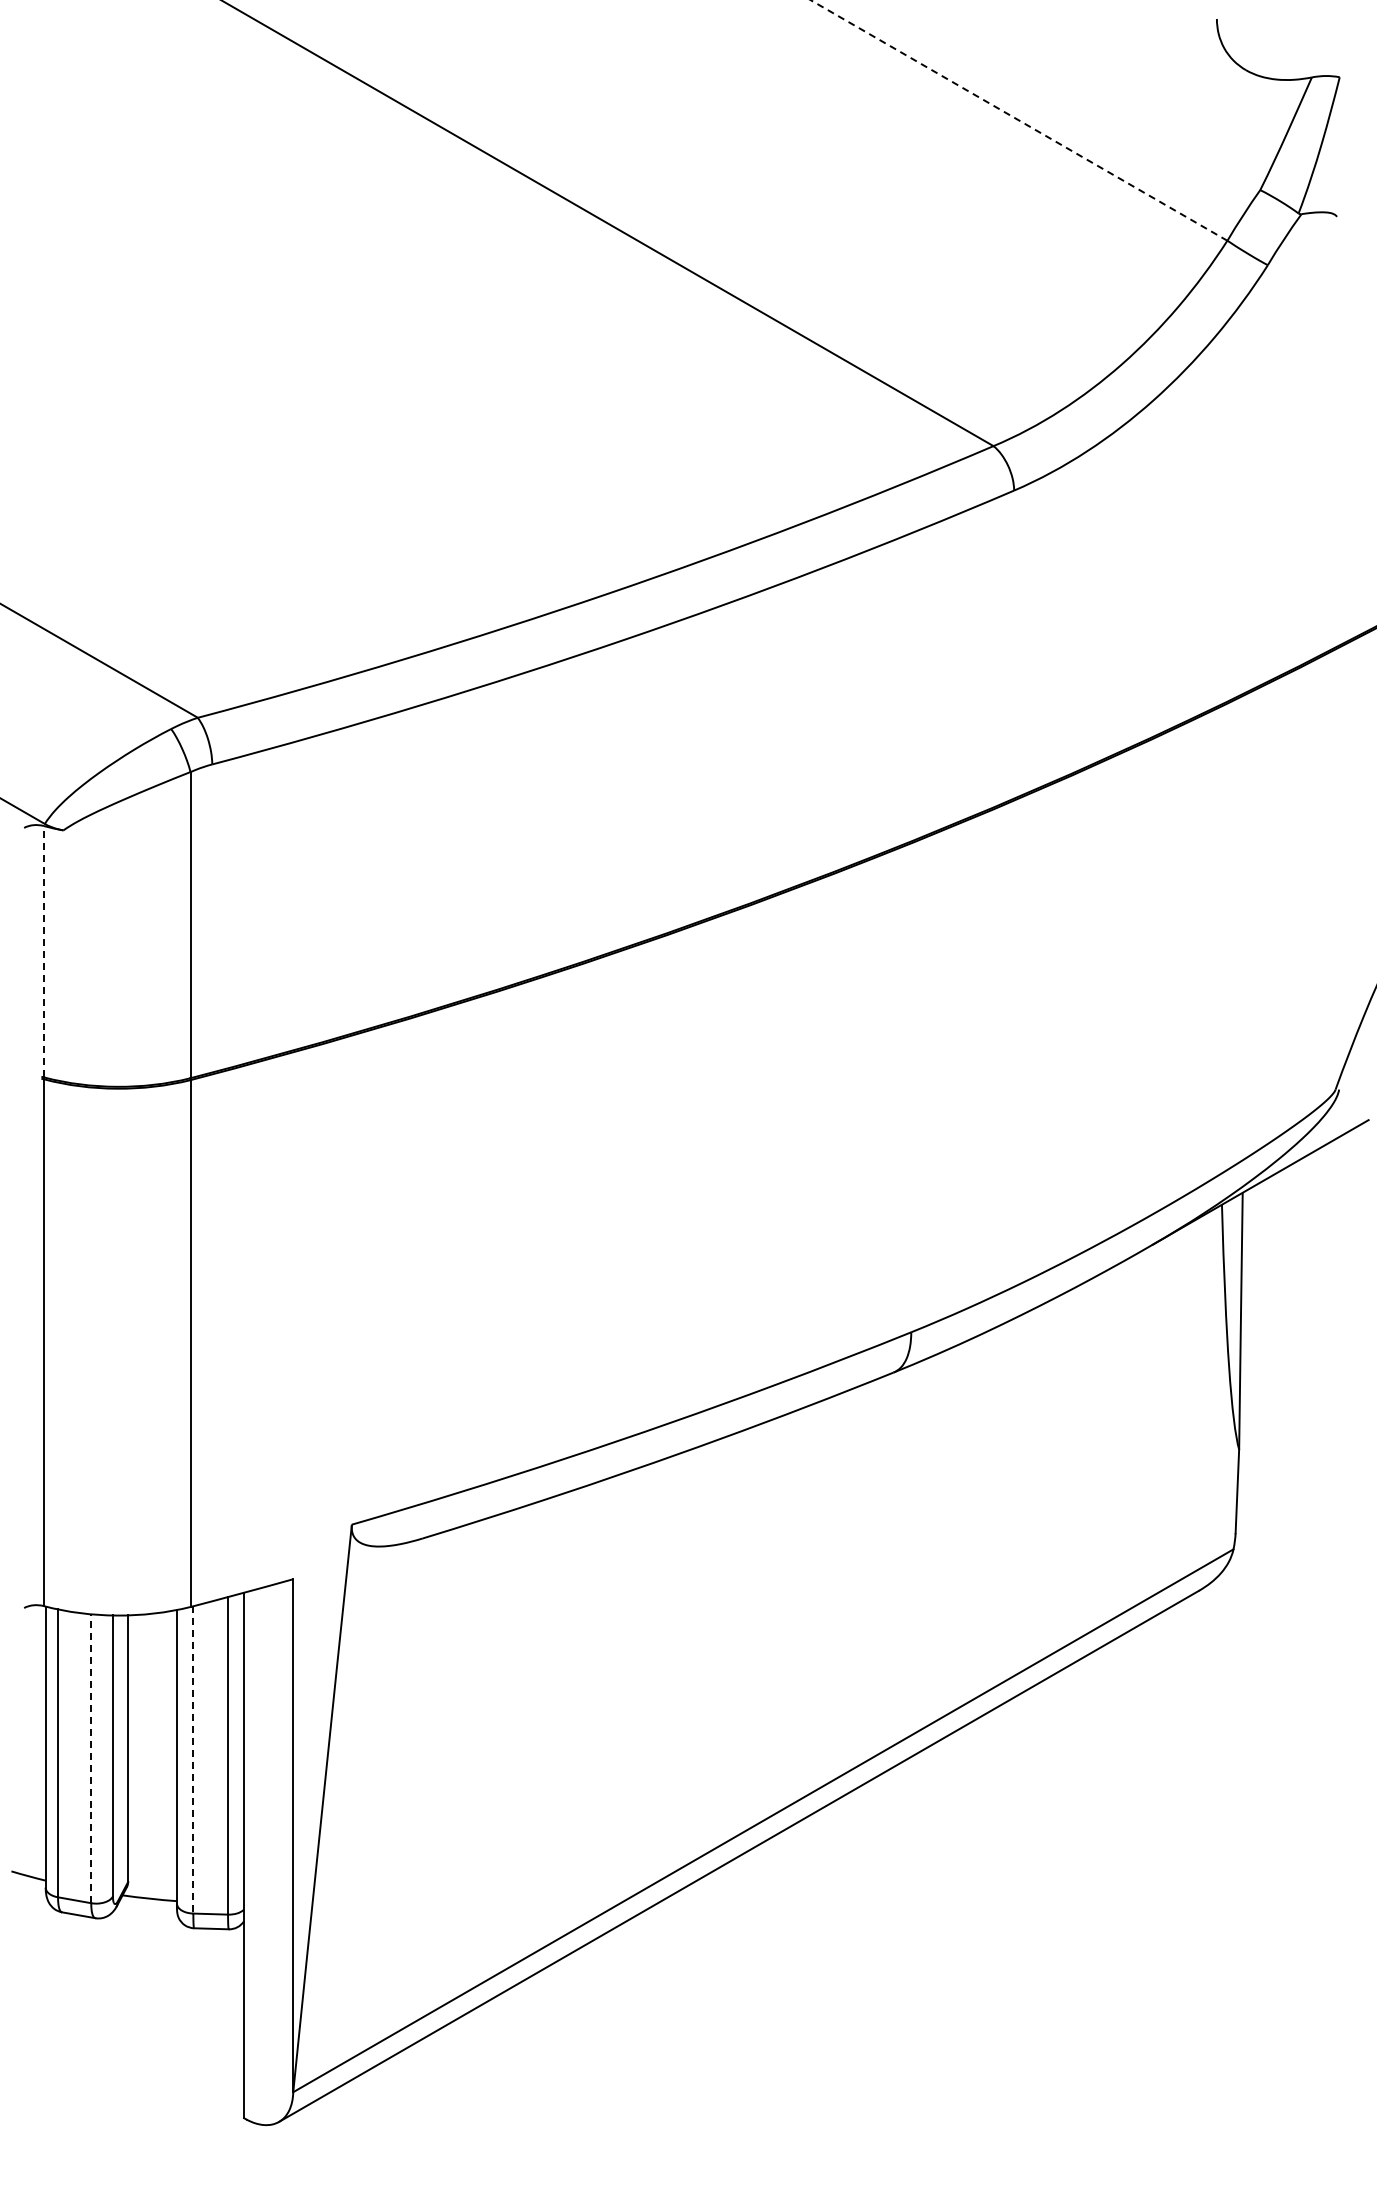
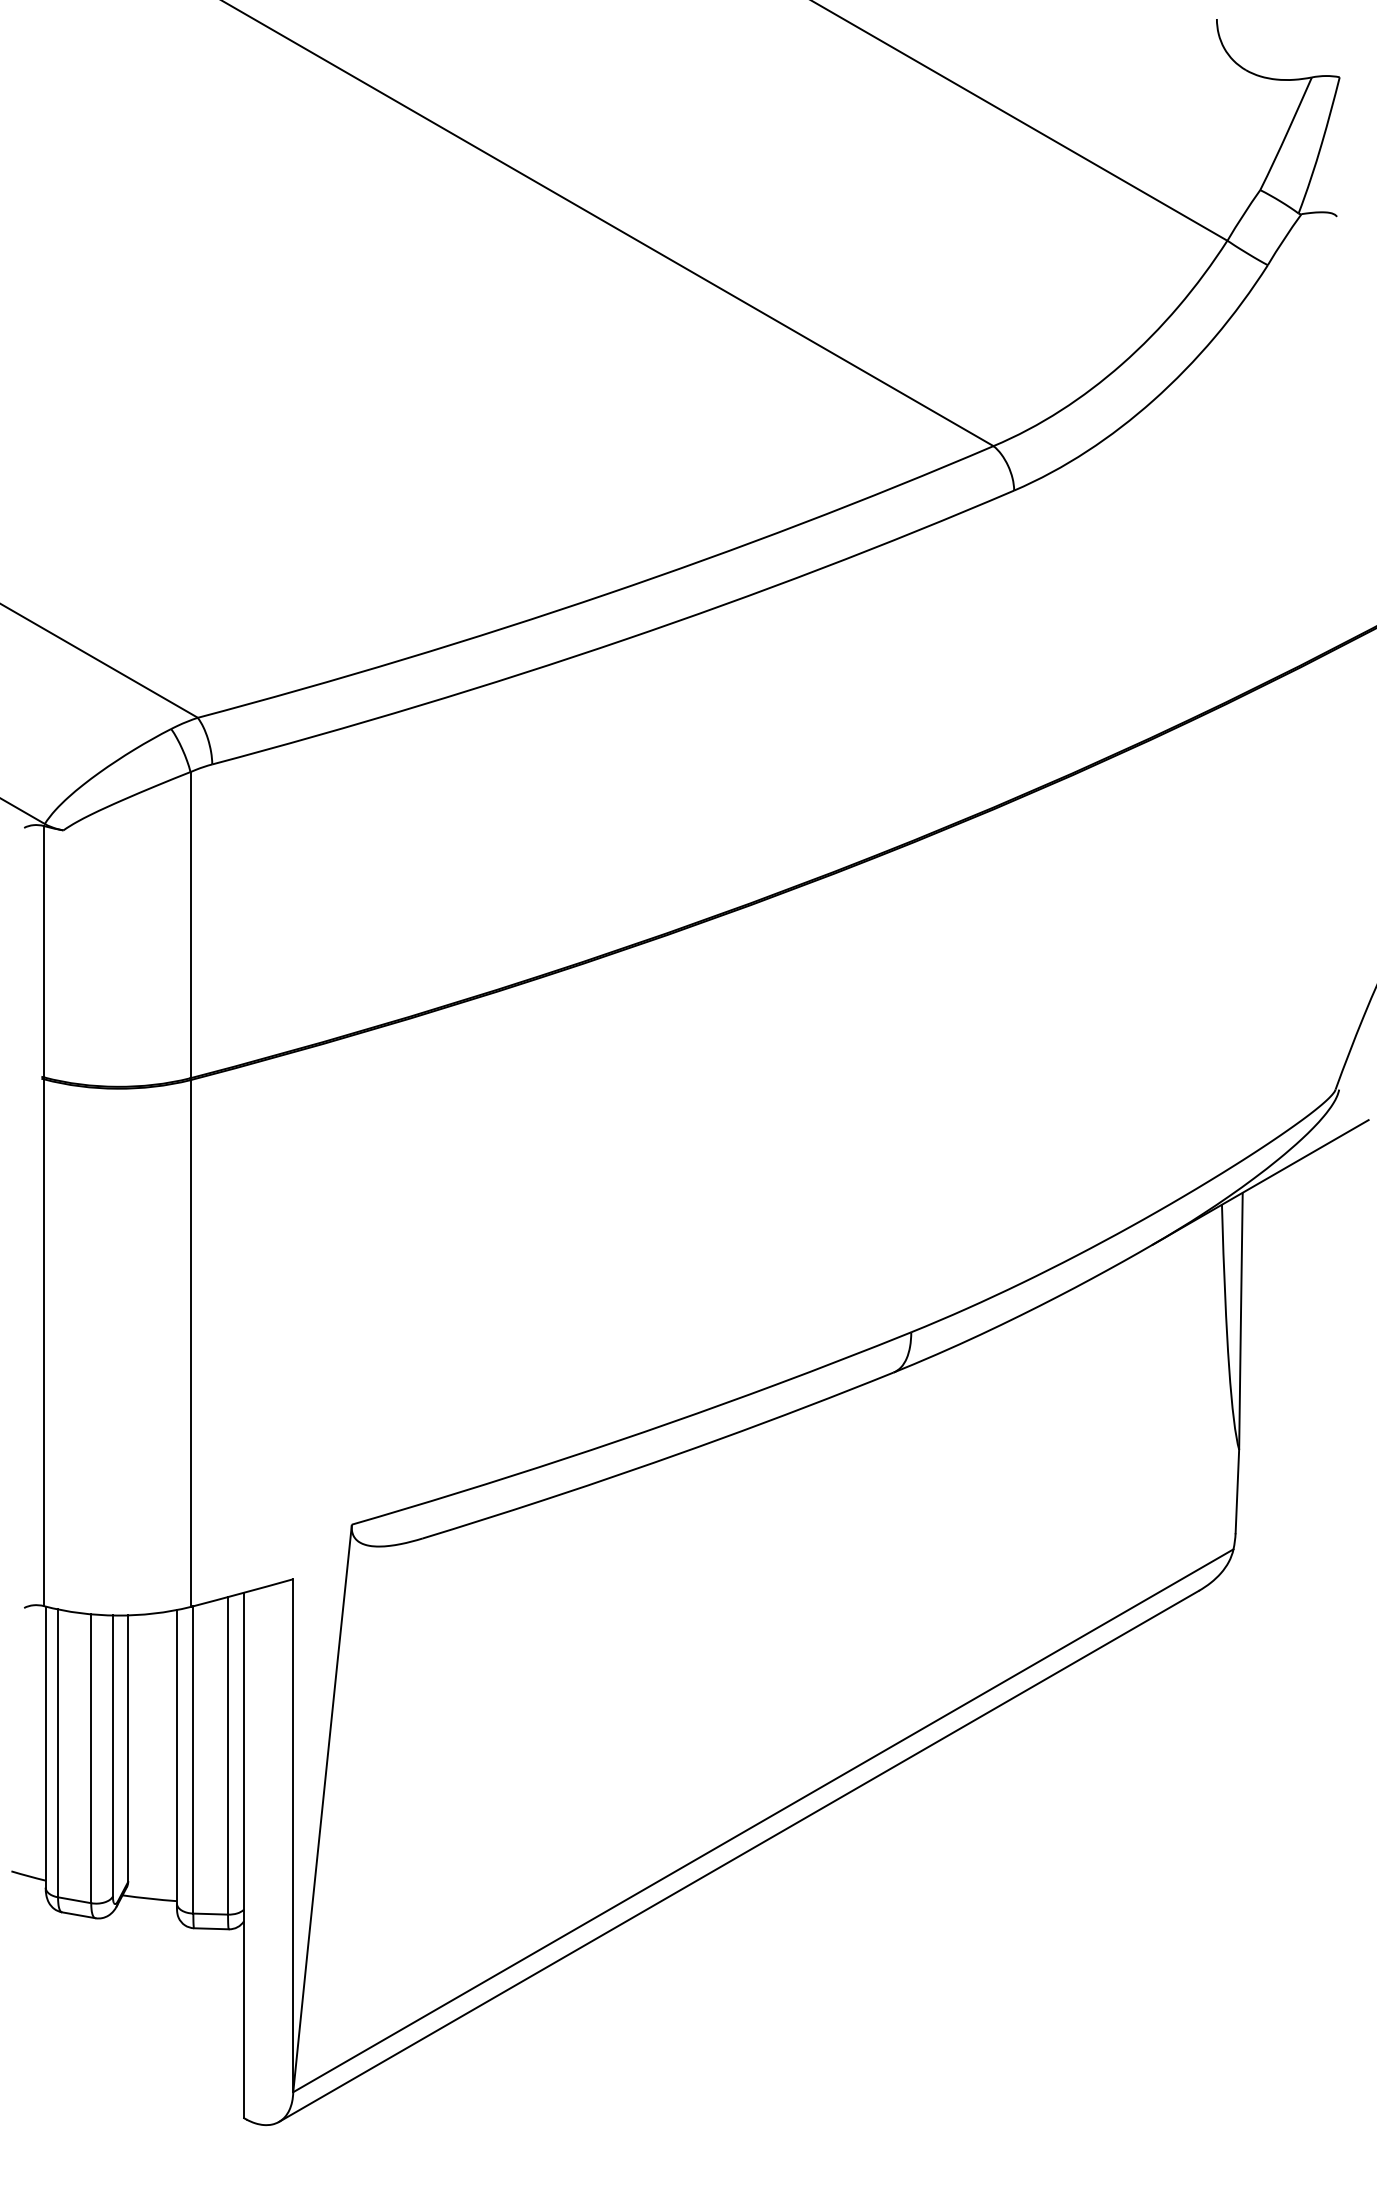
line at (1019, 120): dashed -> solid
line at (43, 951): dashed -> solid
line at (91, 1758): dashed -> solid
line at (193, 1759): dashed -> solid
